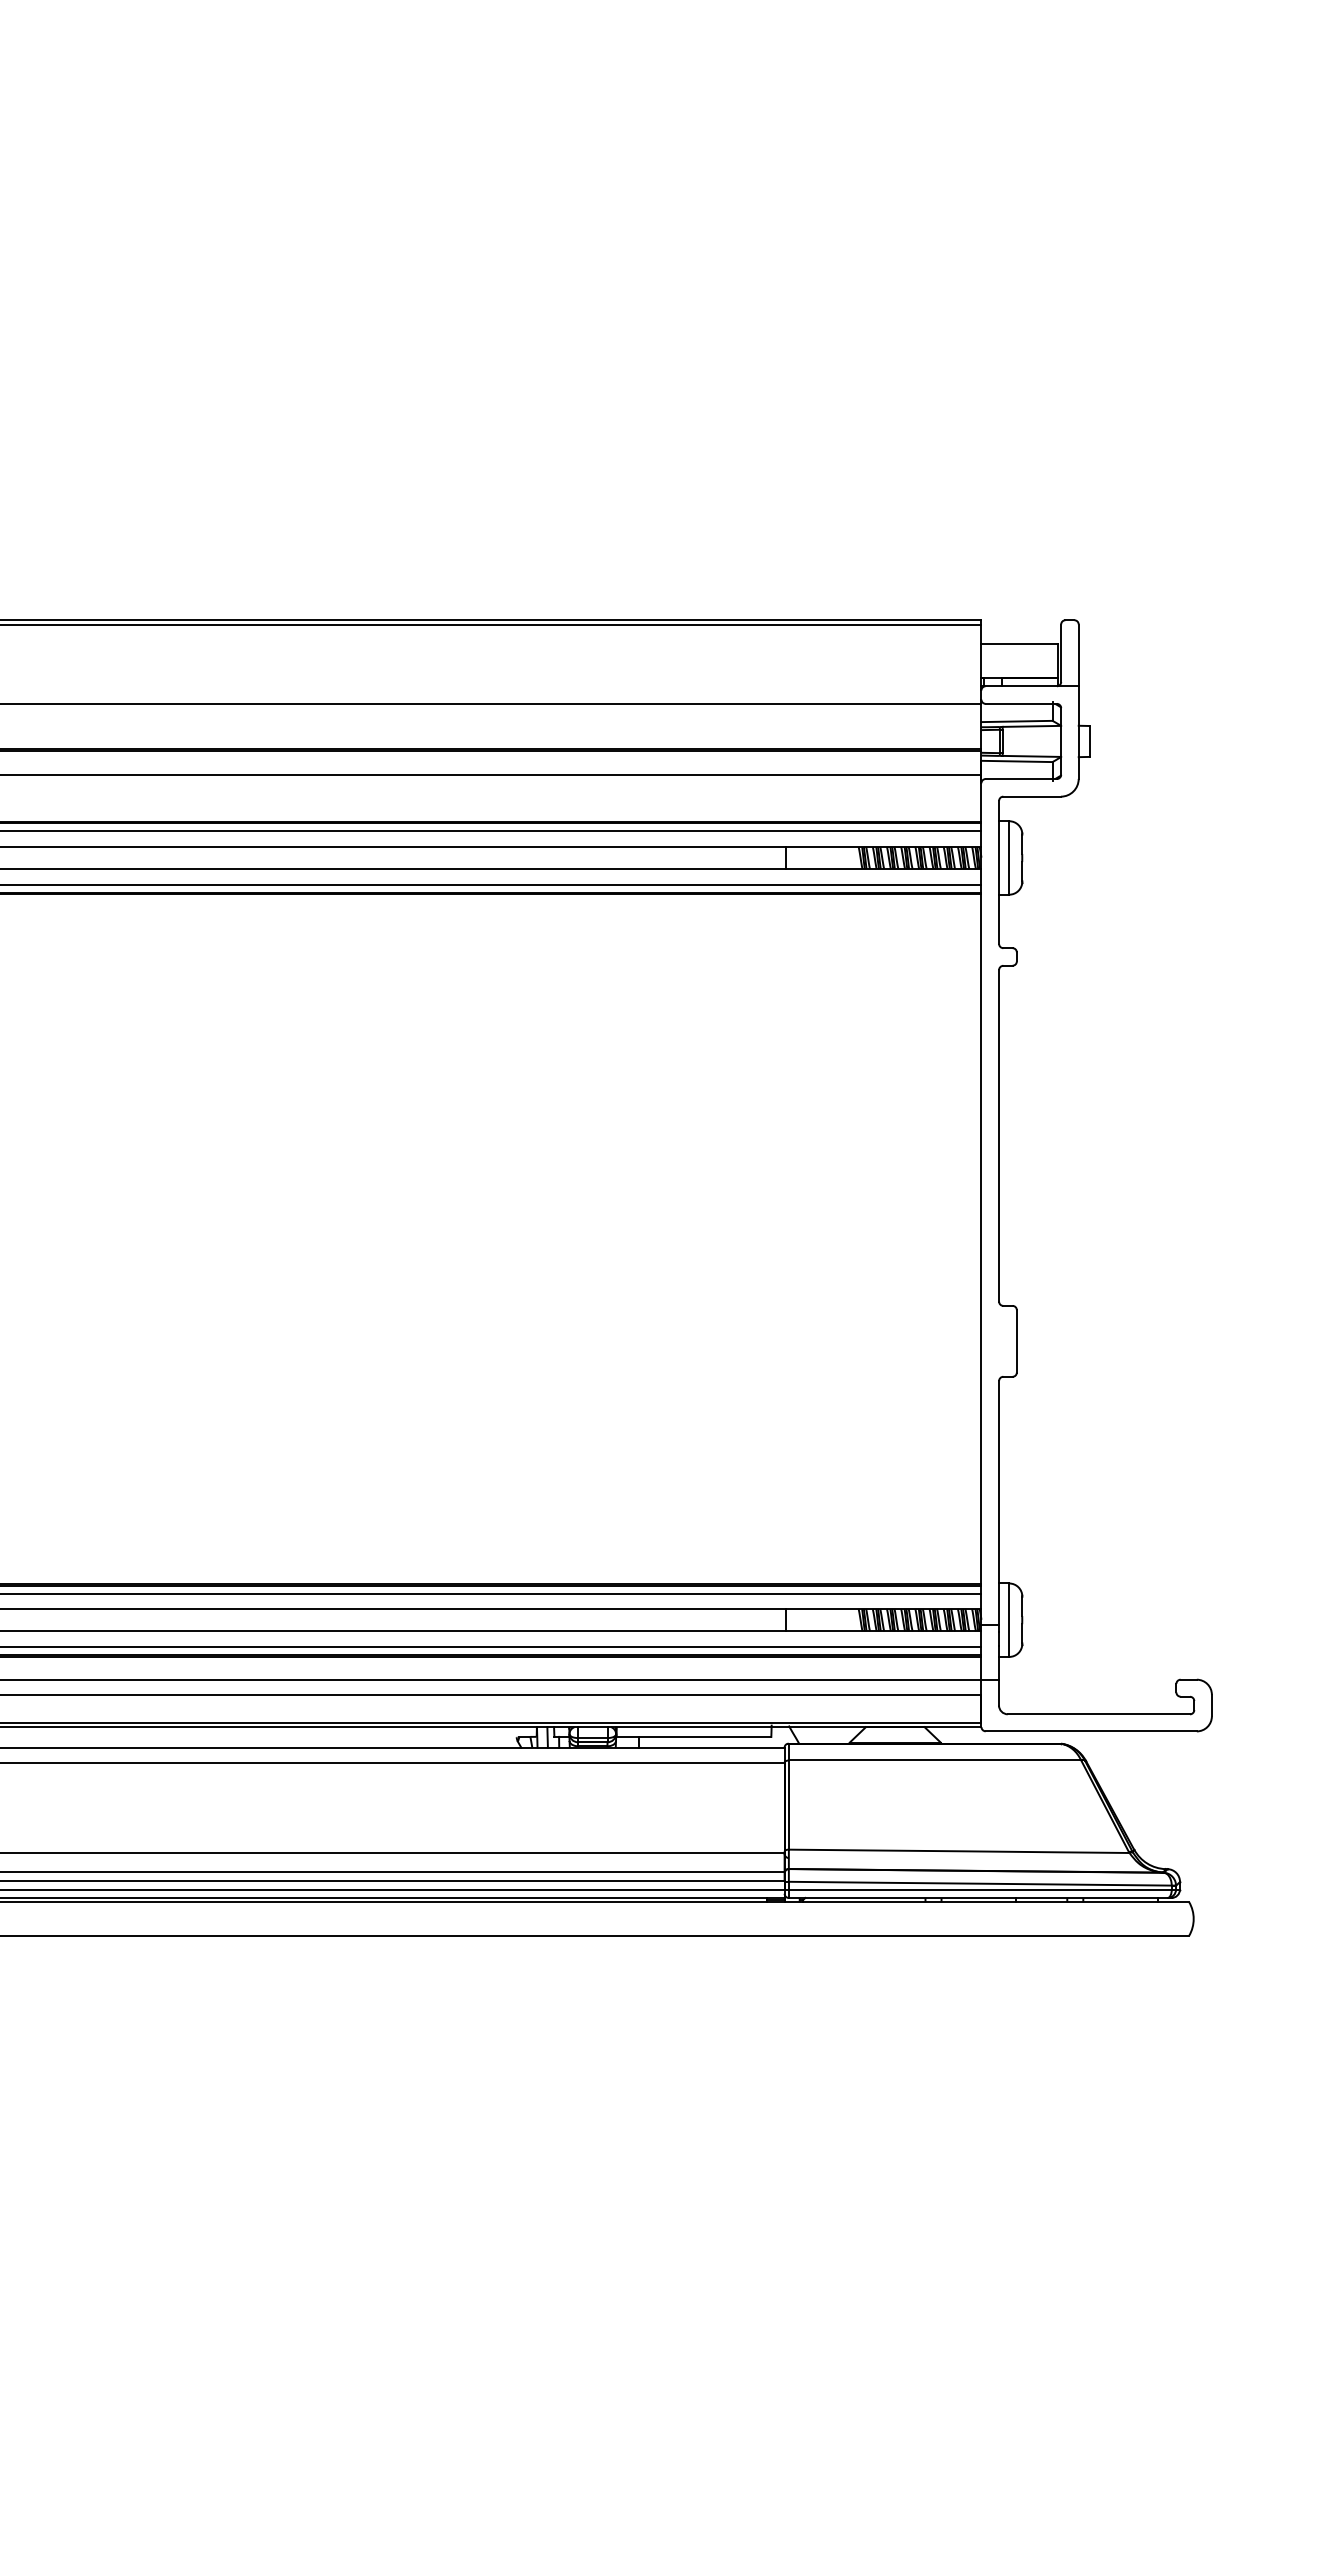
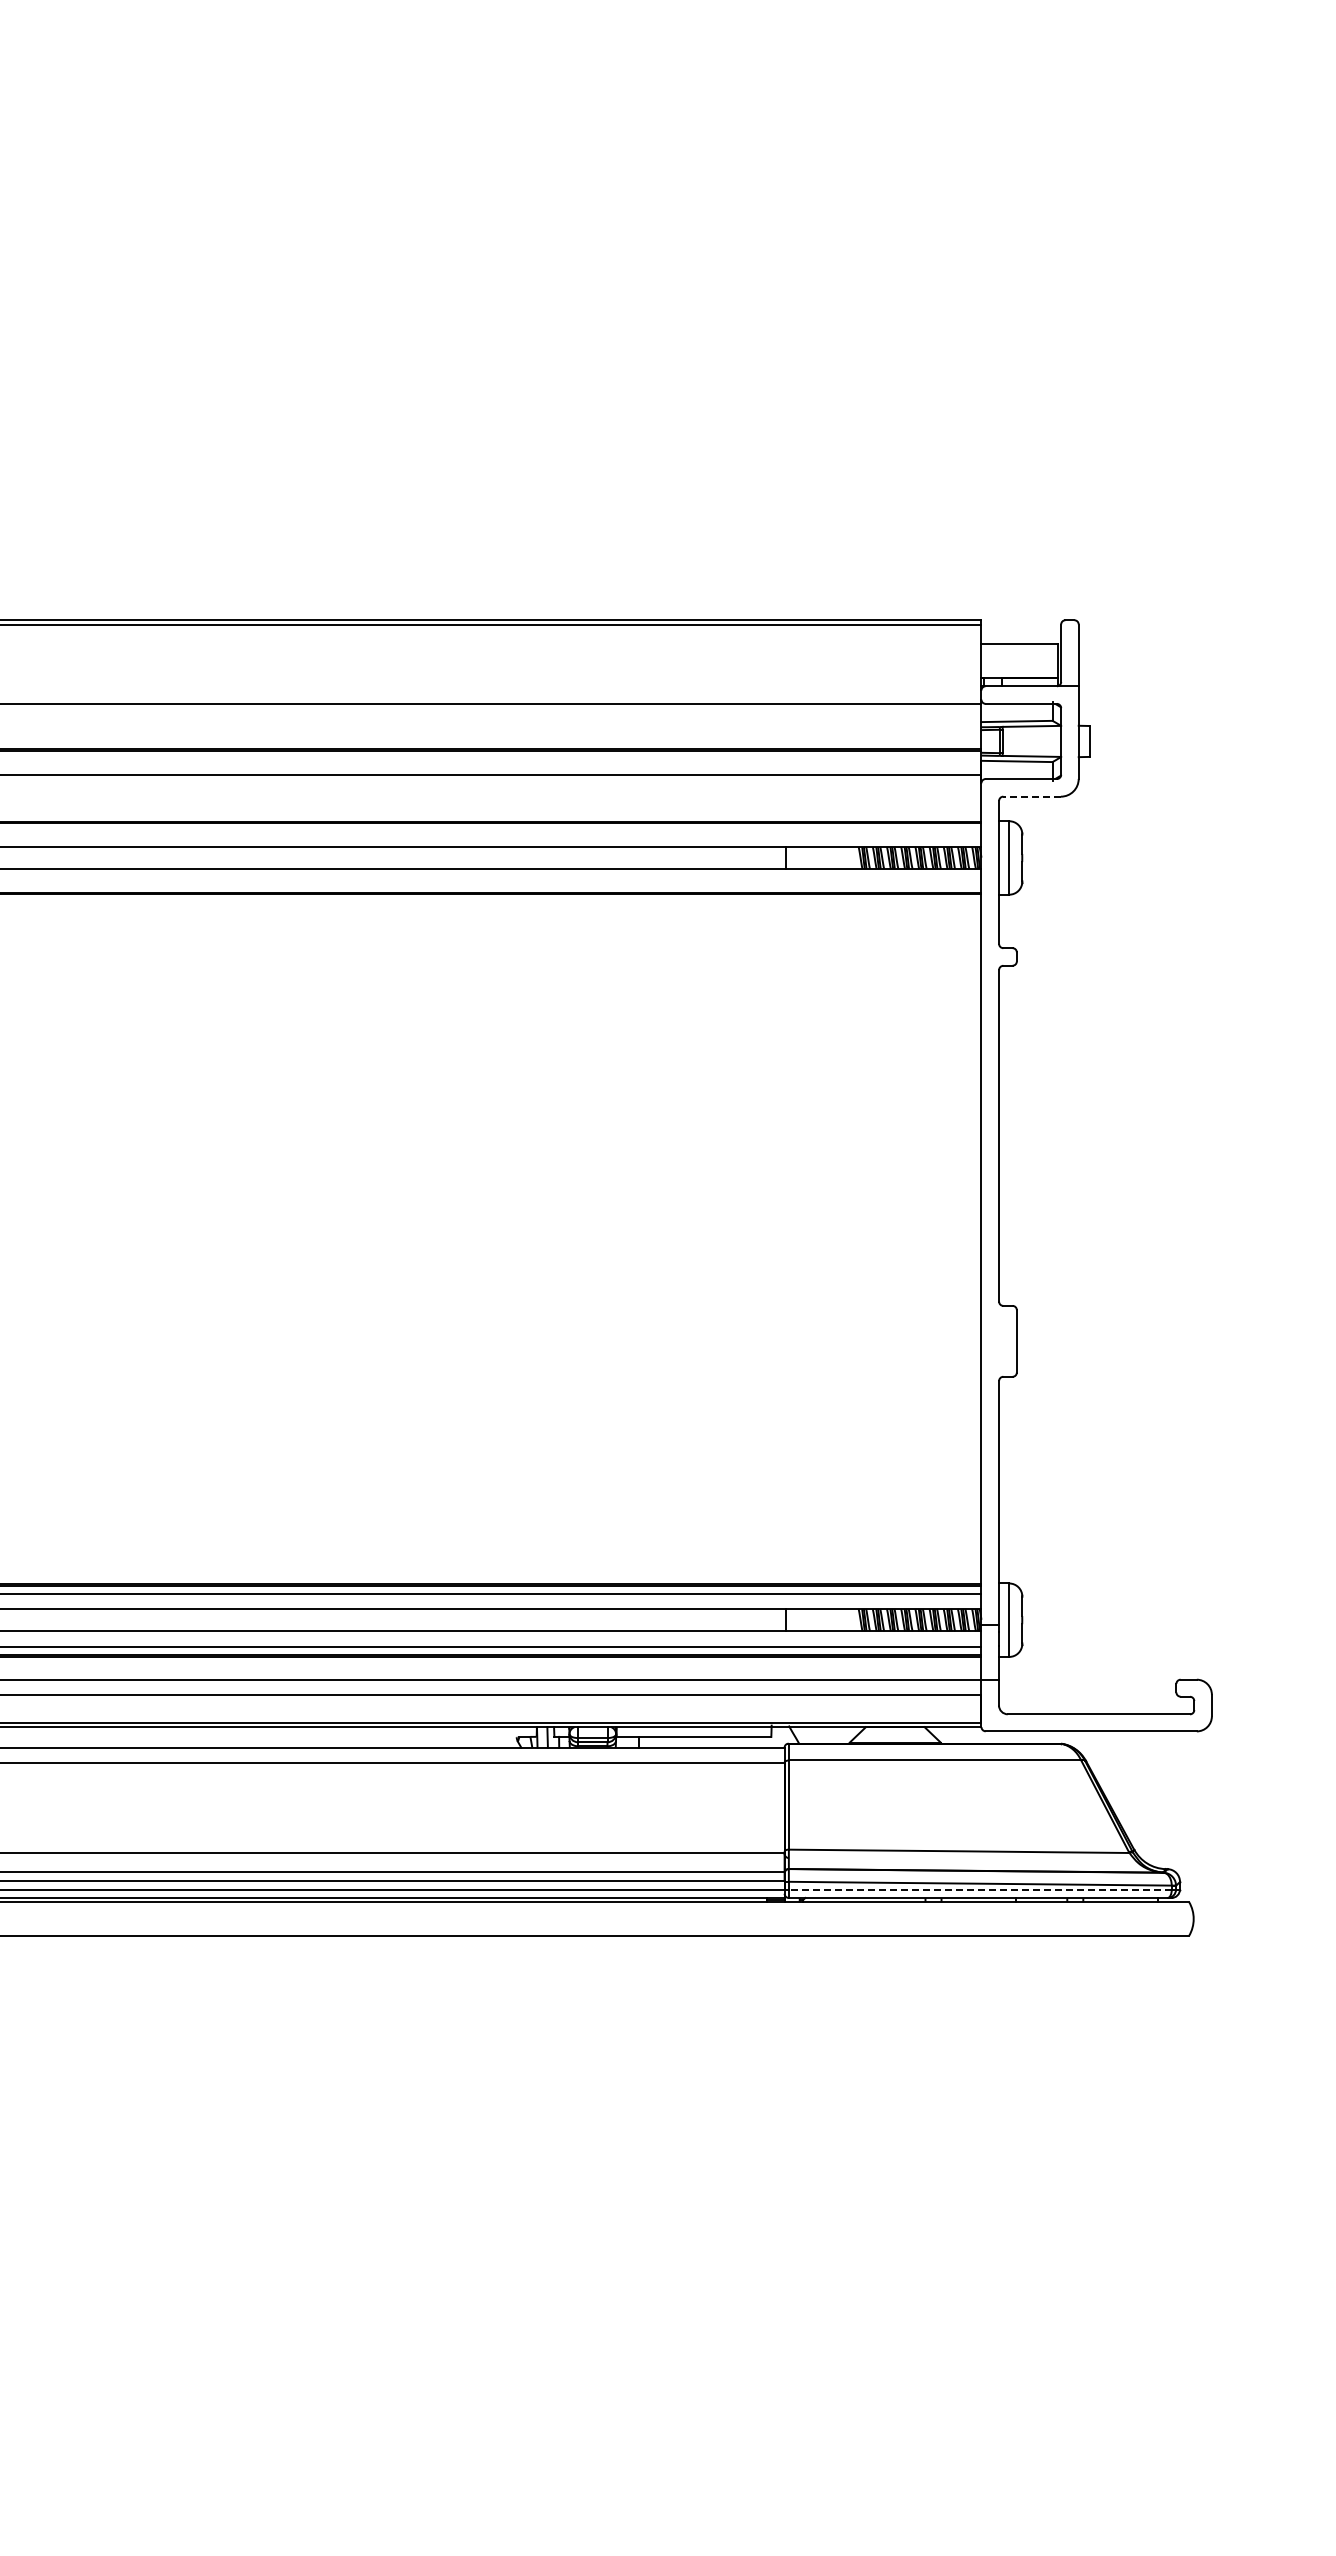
line at (1032, 796): solid -> dashed
line at (491, 831): present -> none
line at (491, 884): present -> none
line at (979, 1889): solid -> dashed
